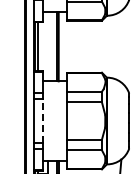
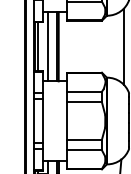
line at (47, 46): none -> present
line at (123, 46): none -> present
line at (42, 121): dashed -> solid
